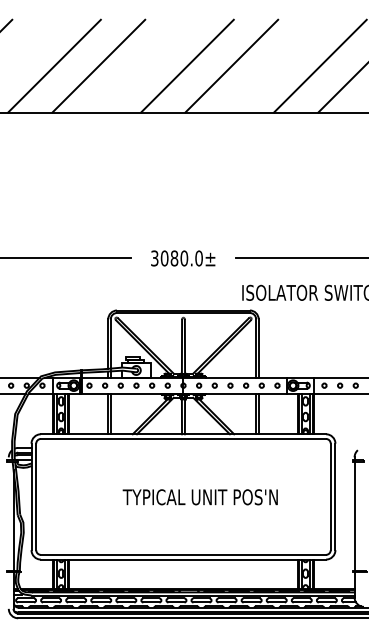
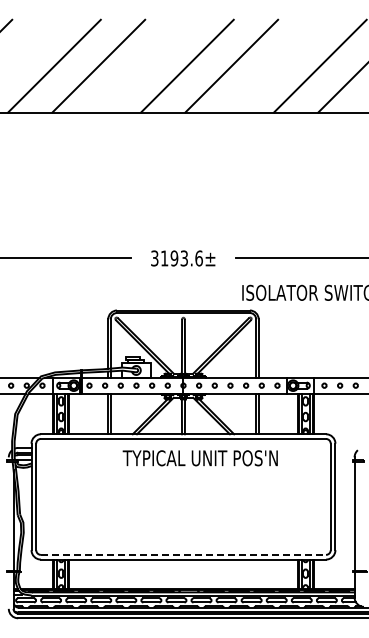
text at (181, 258): 3080.0± -> 3193.6±
text at (199, 497) position: (199, 497) -> (199, 458)
line at (183, 554): solid -> dashed
